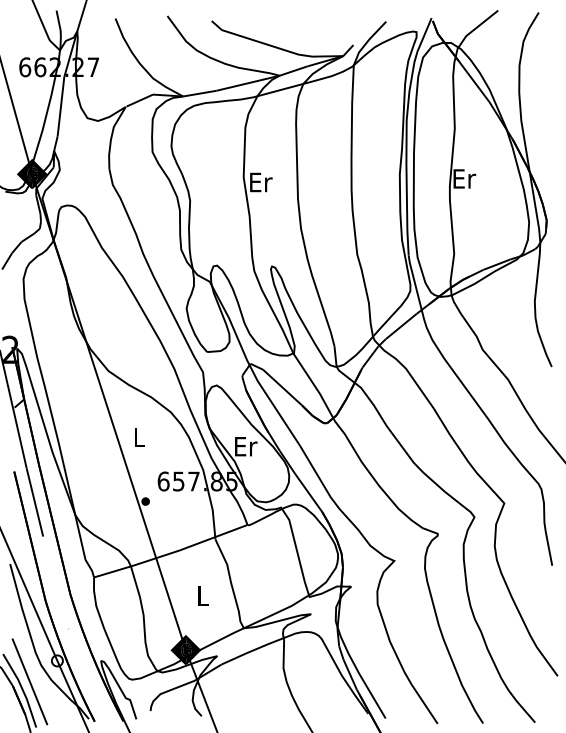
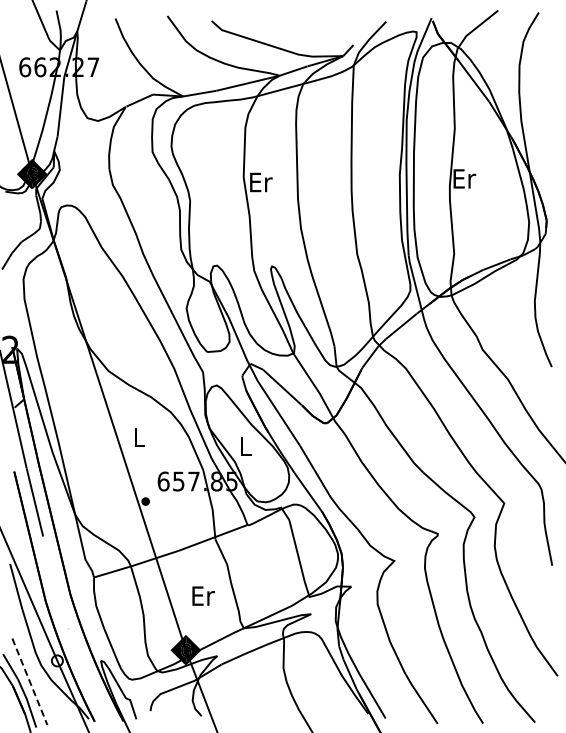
text at (246, 446): Er -> L
text at (203, 595): L -> Er
line at (29, 681): solid -> dashed
